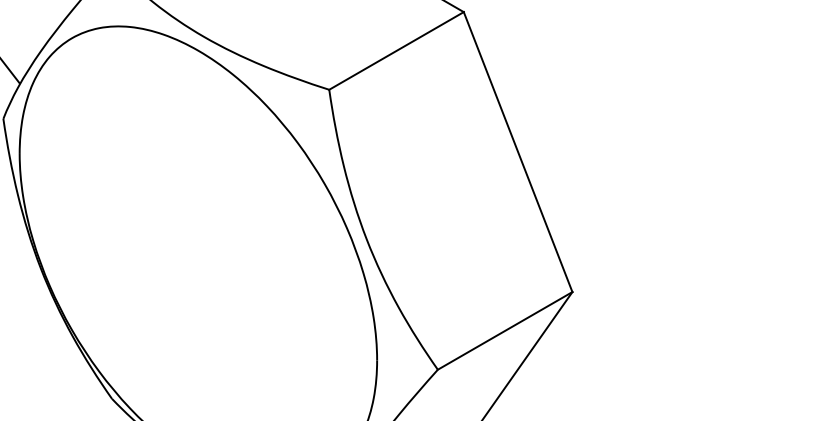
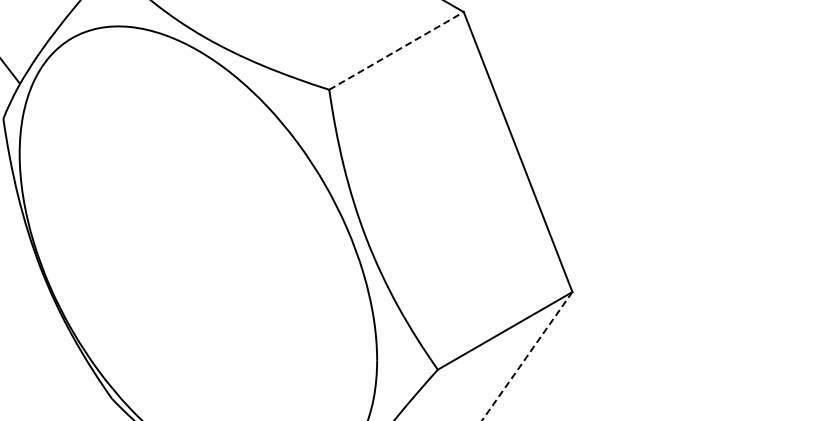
line at (396, 50): solid -> dashed
line at (527, 356): solid -> dashed
